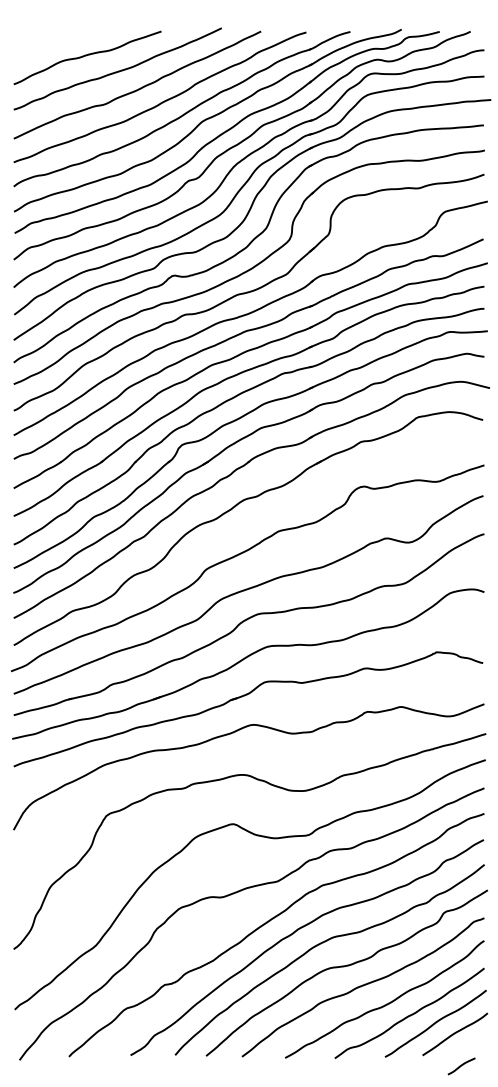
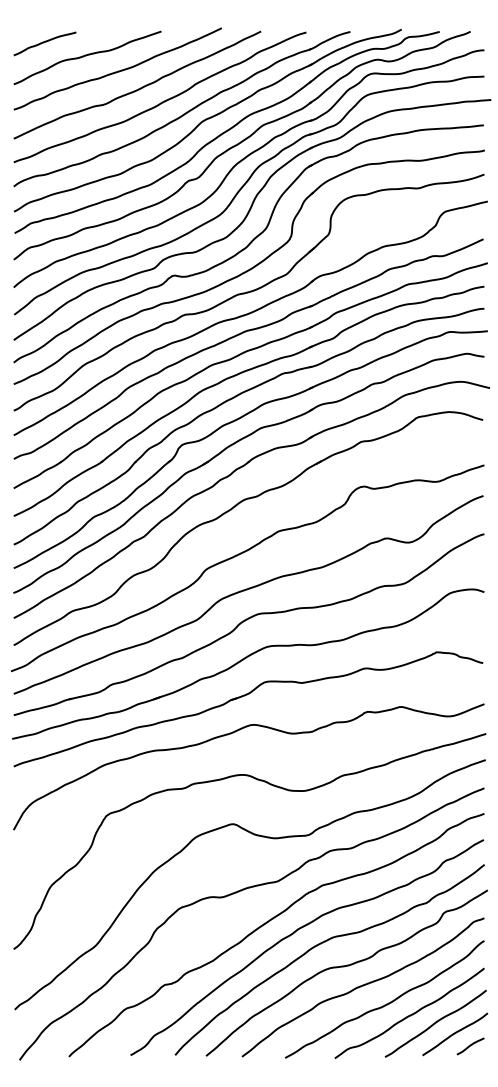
curve at (44, 42): none -> present
curve at (461, 1066) position: (461, 1066) -> (470, 1046)
